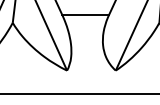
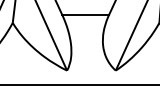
line at (79, 93) position: (79, 93) -> (79, 84)
